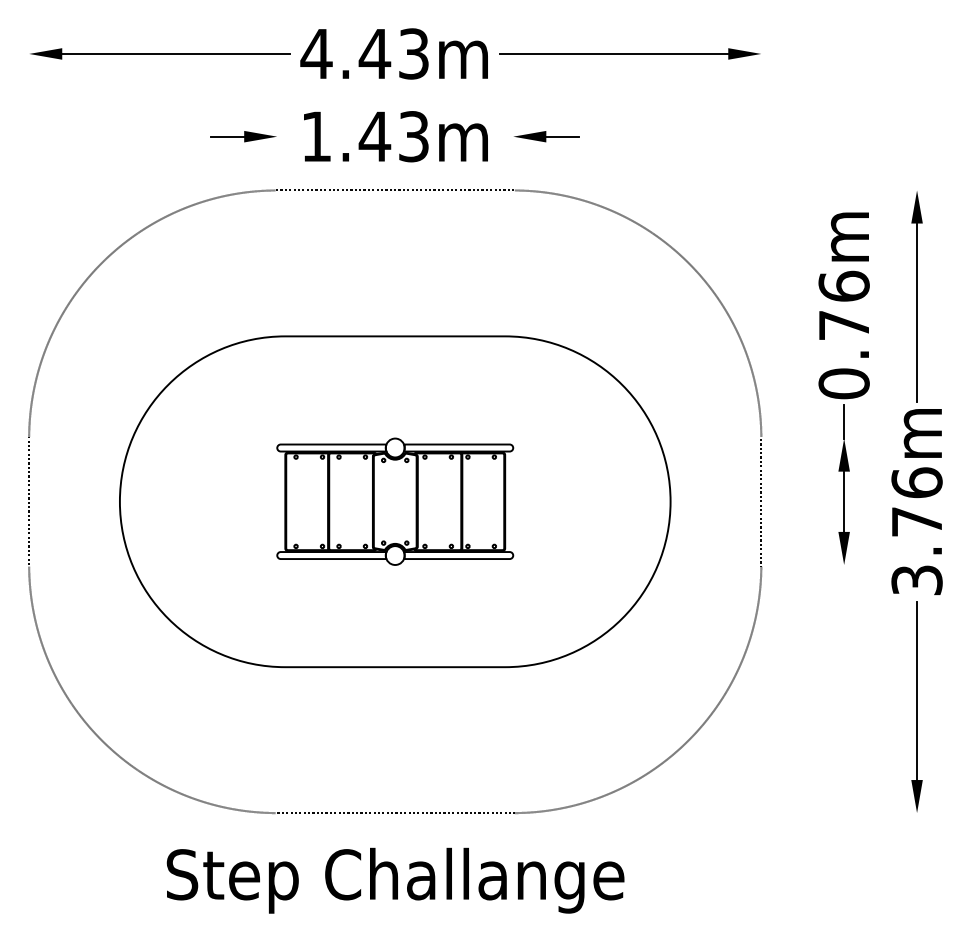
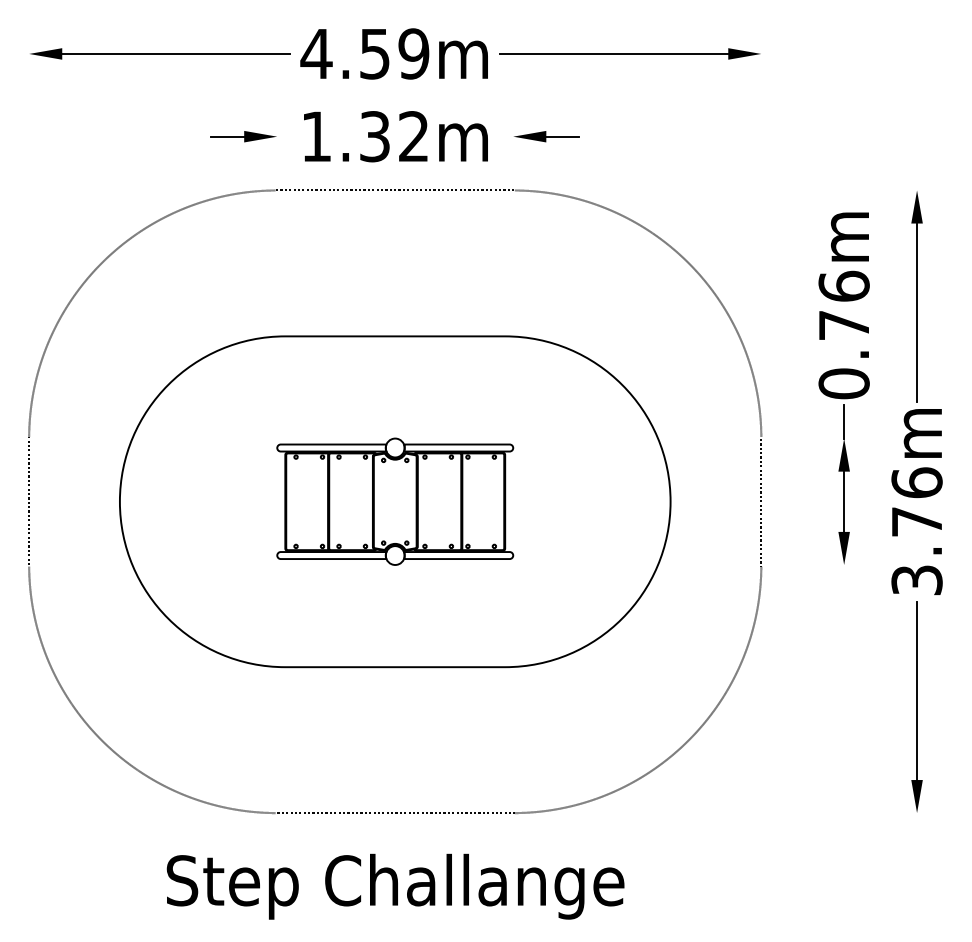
text at (393, 53): 4.43m -> 4.59m
text at (393, 136): 1.43m -> 1.32m
text at (395, 880) position: (395, 880) -> (395, 886)
